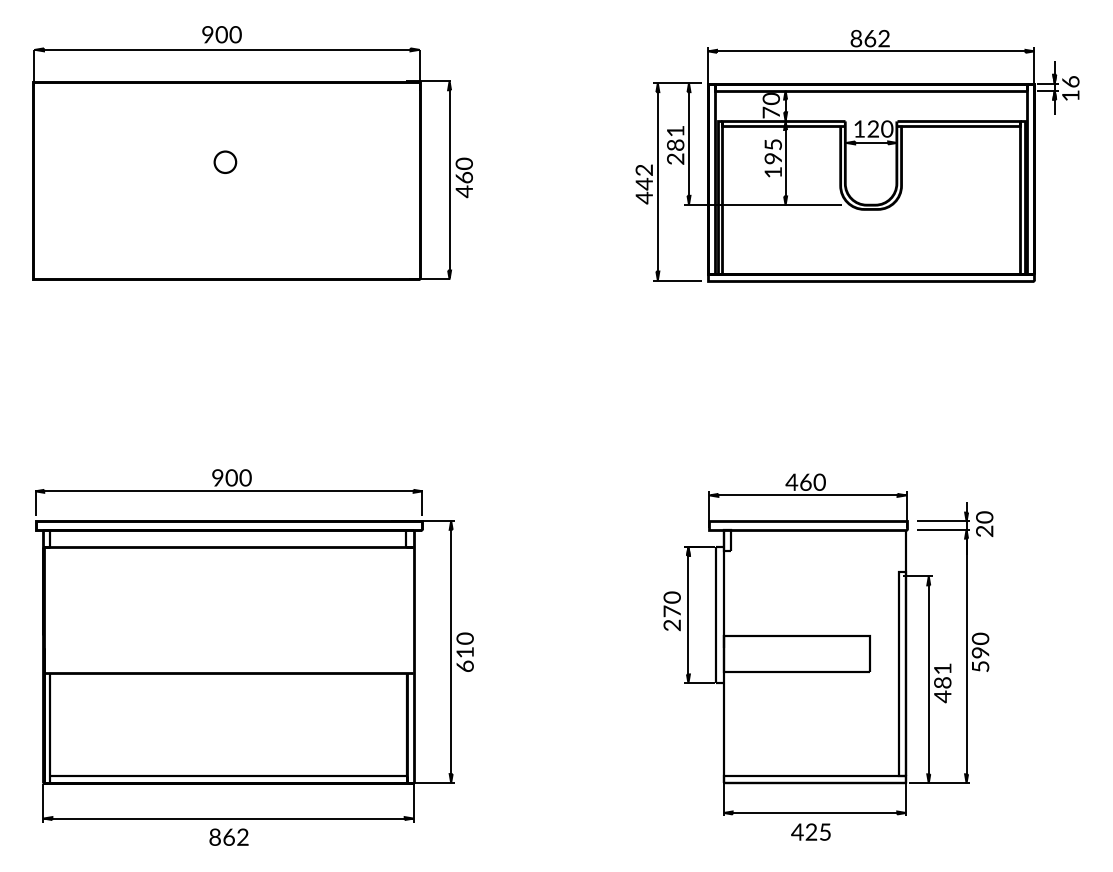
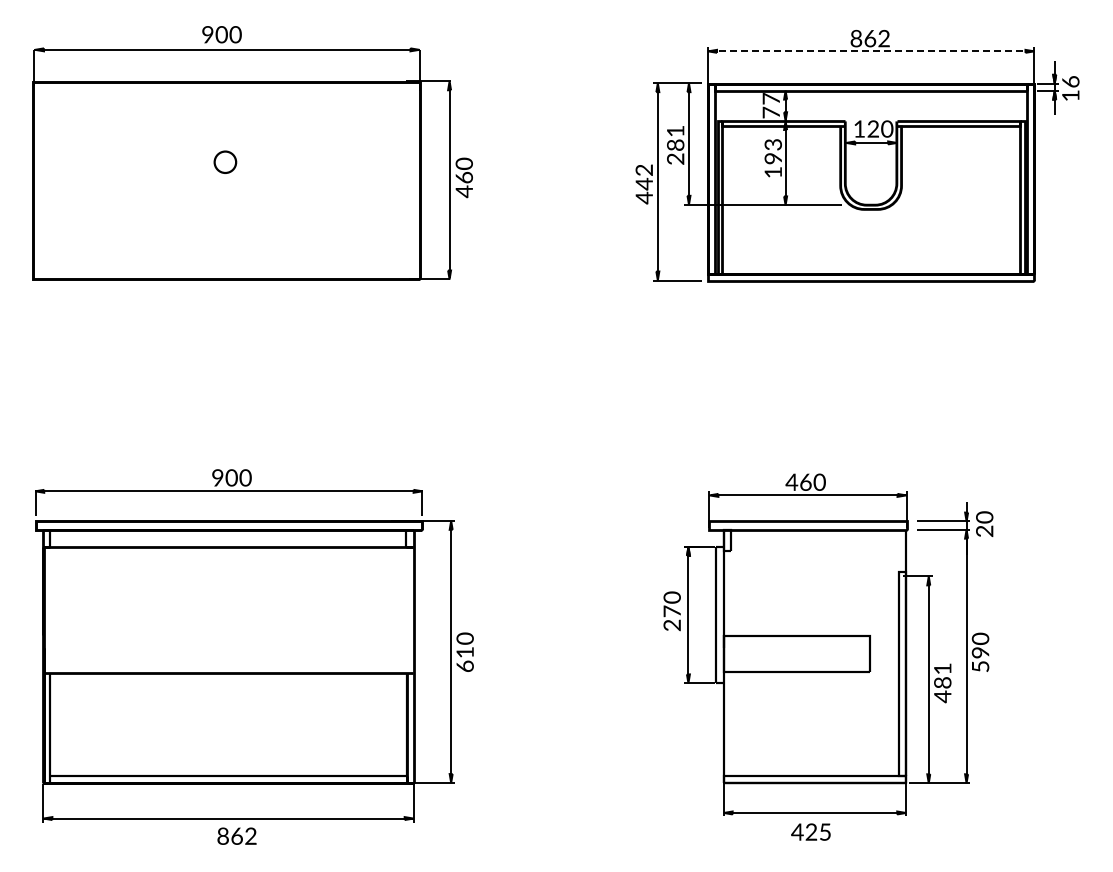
line at (871, 51): solid -> dashed
text at (770, 99): 70 -> 77
text at (772, 144): 195 -> 193
text at (228, 836) position: (228, 836) -> (236, 835)
